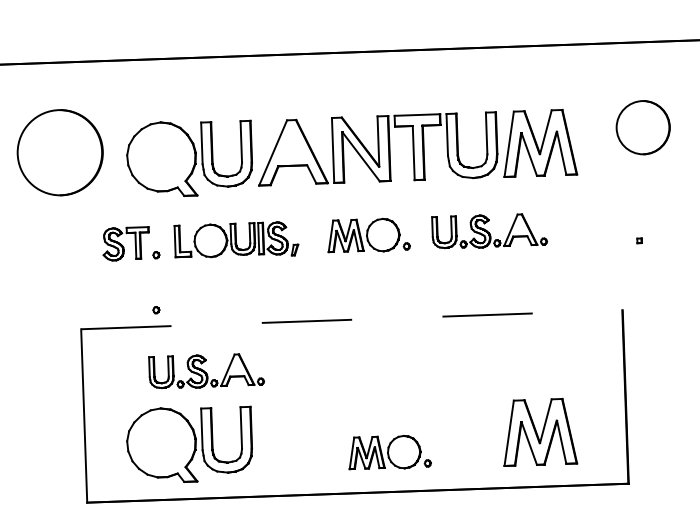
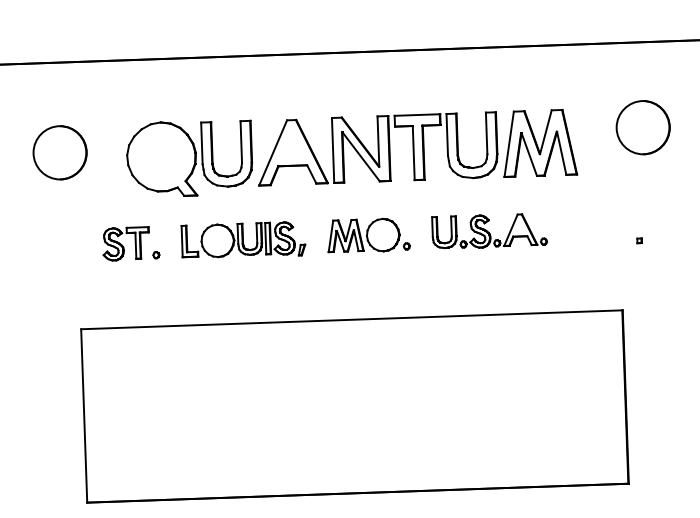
part at (59, 152) size: 88x88 px -> 56x56 px
part at (236, 239) position: (236, 239) -> (243, 239)
part at (156, 310): present -> none
line at (351, 319): dashed -> solid
part at (206, 371): present -> none
part at (540, 432): present -> none
part at (189, 443): present -> none
part at (389, 452): present -> none
